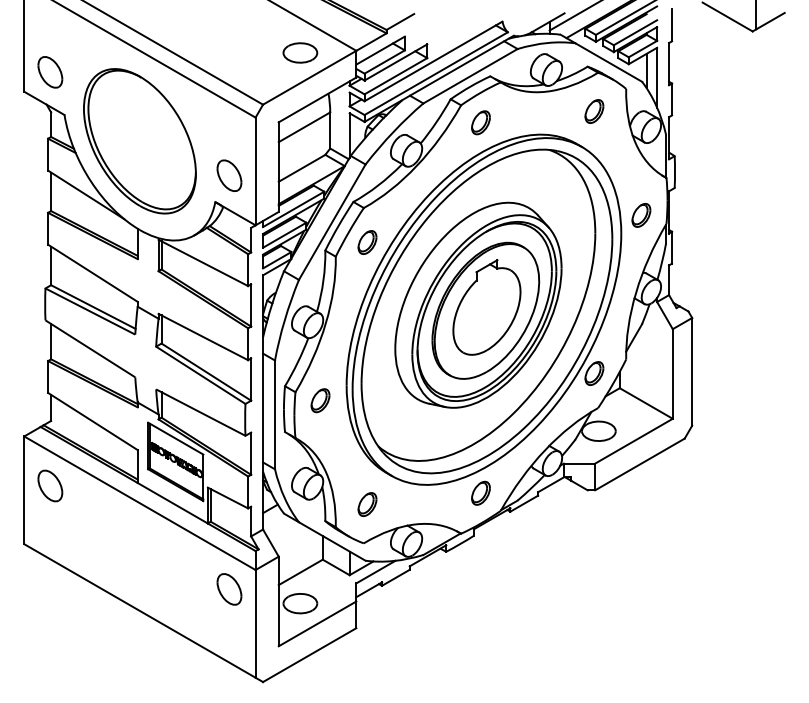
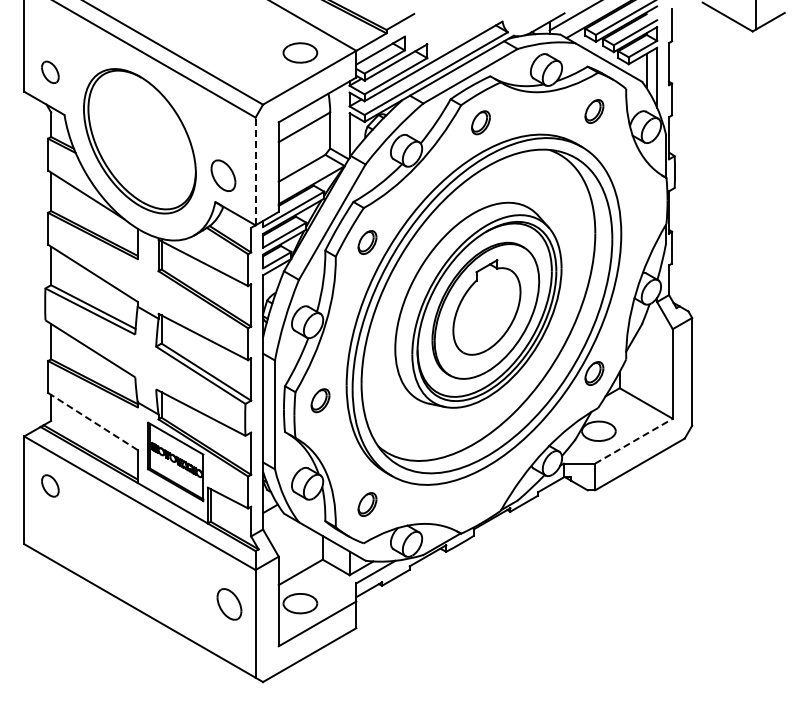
part at (50, 72) size: 27x33 px -> 19x24 px
line at (255, 171): solid -> dashed
part at (229, 175) position: (229, 175) -> (223, 175)
part at (641, 215): present -> none
line at (92, 421): solid -> dashed
line at (633, 441): solid -> dashed
part at (50, 485) size: 27x34 px -> 19x24 px
part at (480, 492): present -> none
part at (229, 589) position: (229, 589) -> (229, 604)
